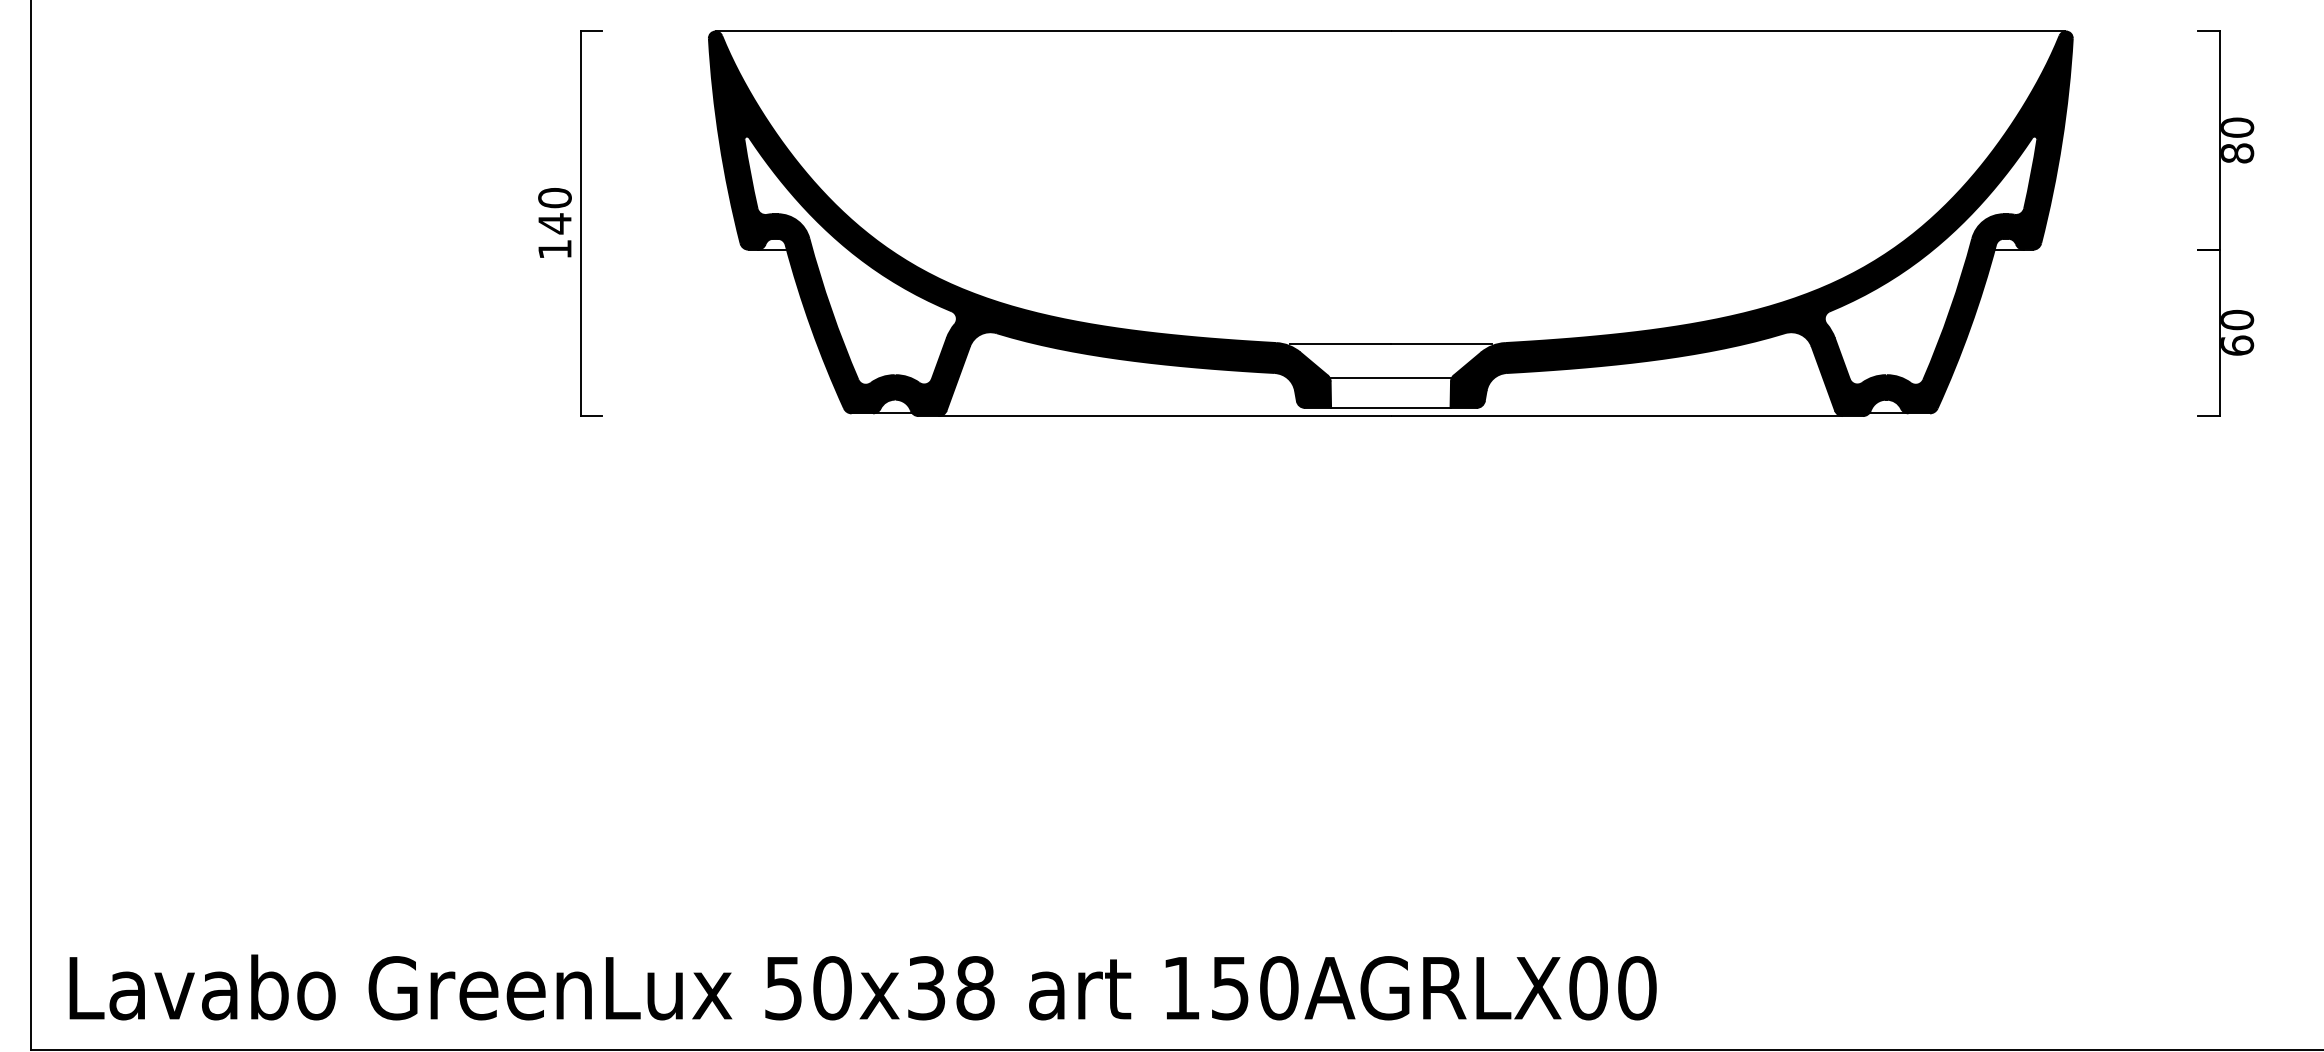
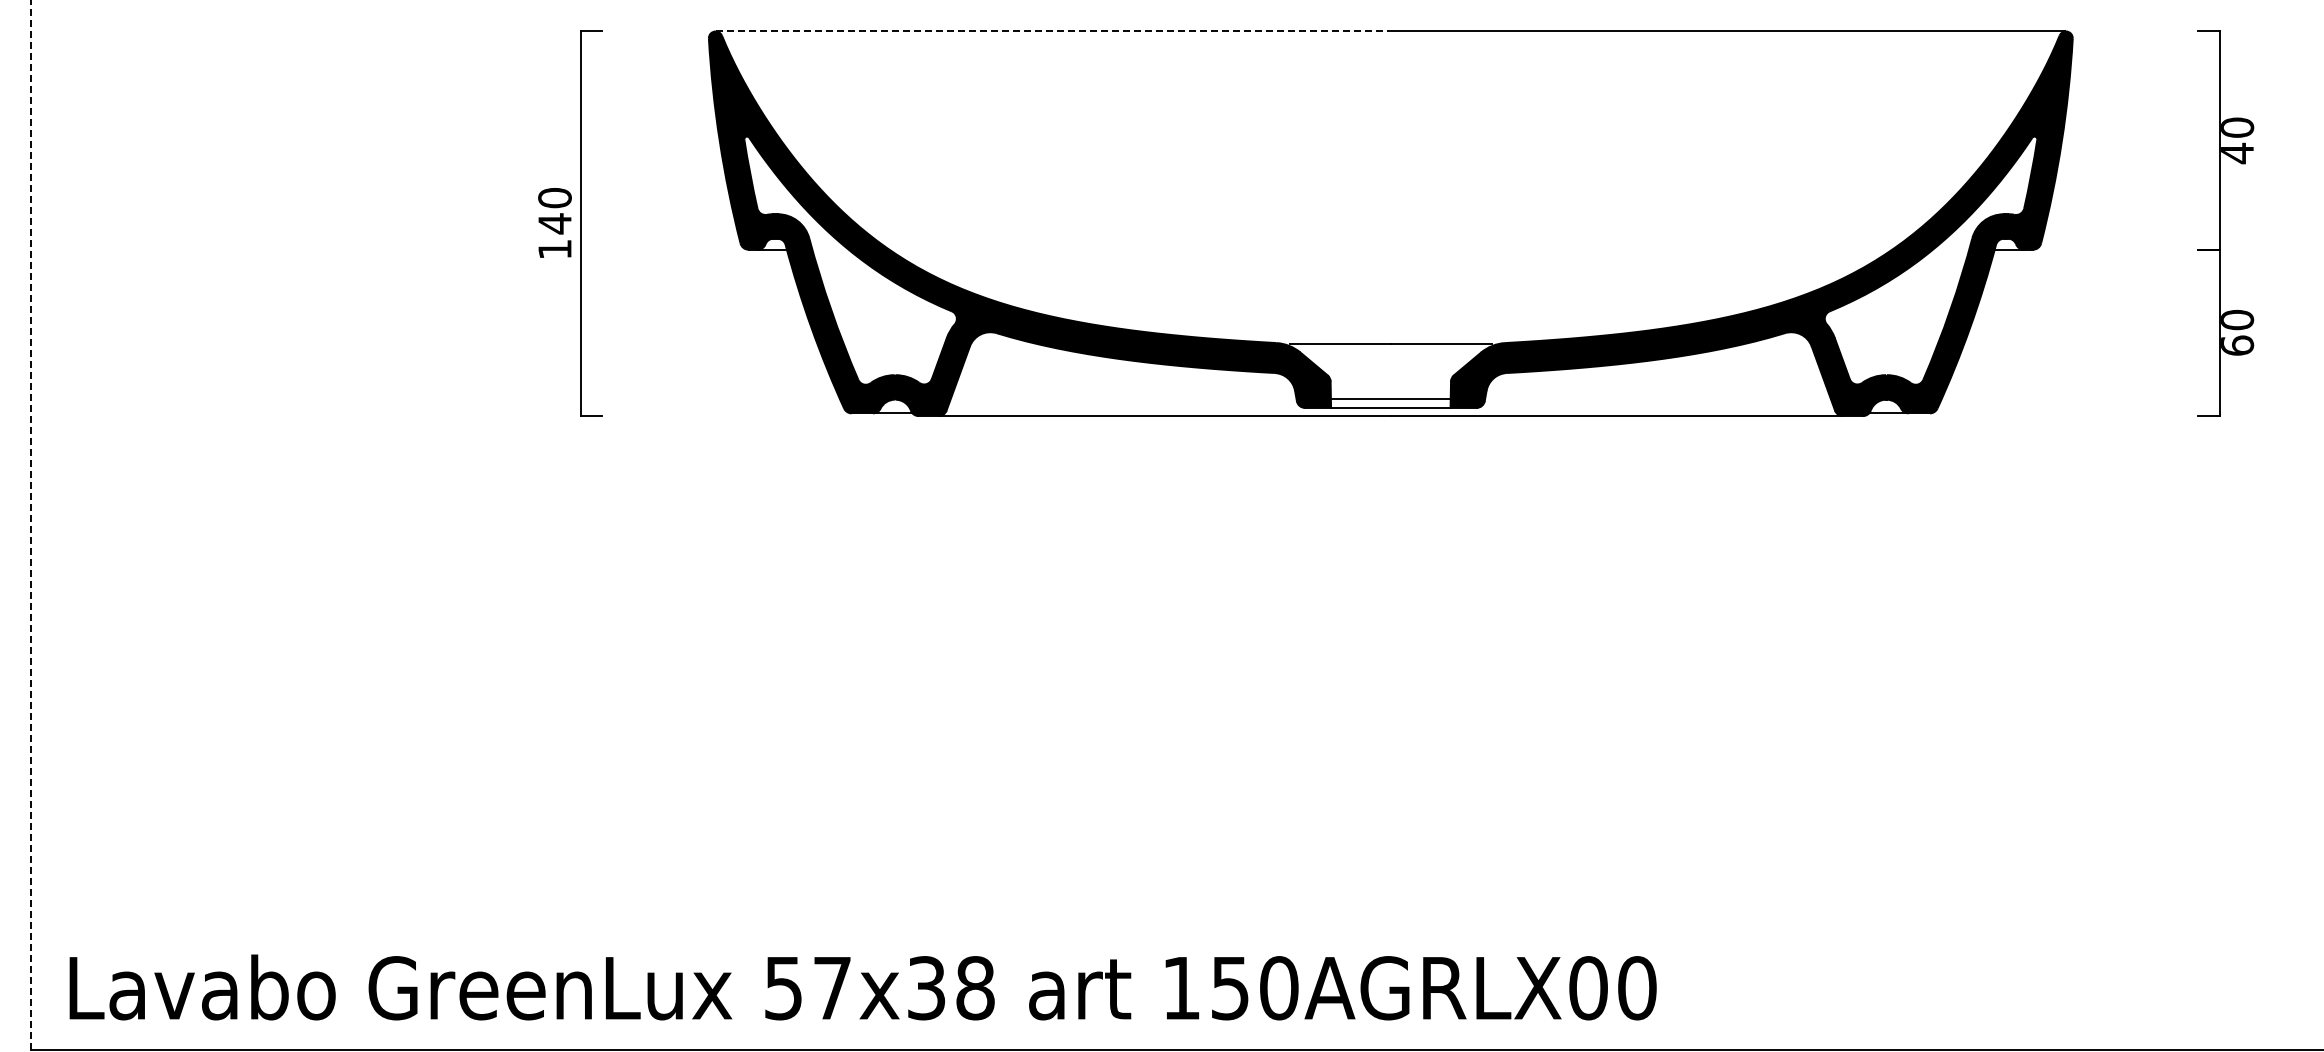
line at (1053, 31): solid -> dashed
text at (2237, 153): 80 -> 40
line at (1390, 377) position: (1390, 377) -> (1390, 398)
line at (31, 525): solid -> dashed
text at (832, 988): 50x38 -> 57x38
